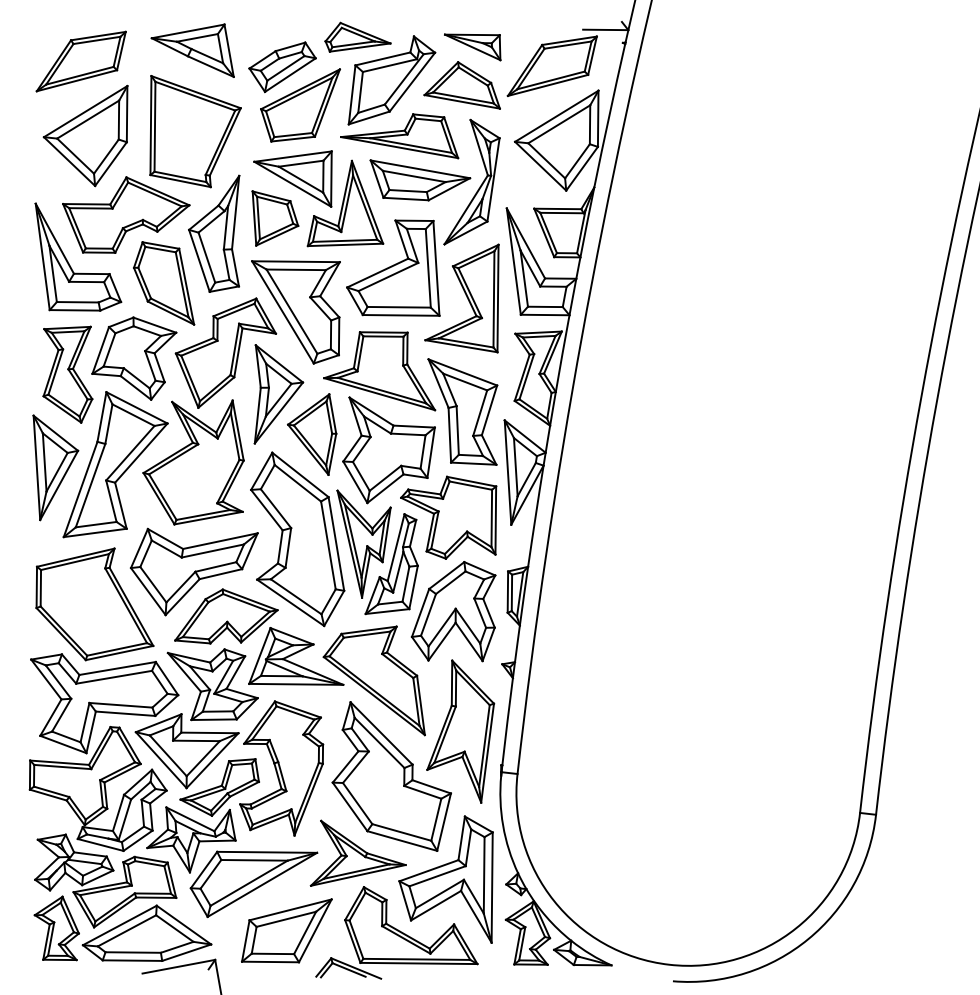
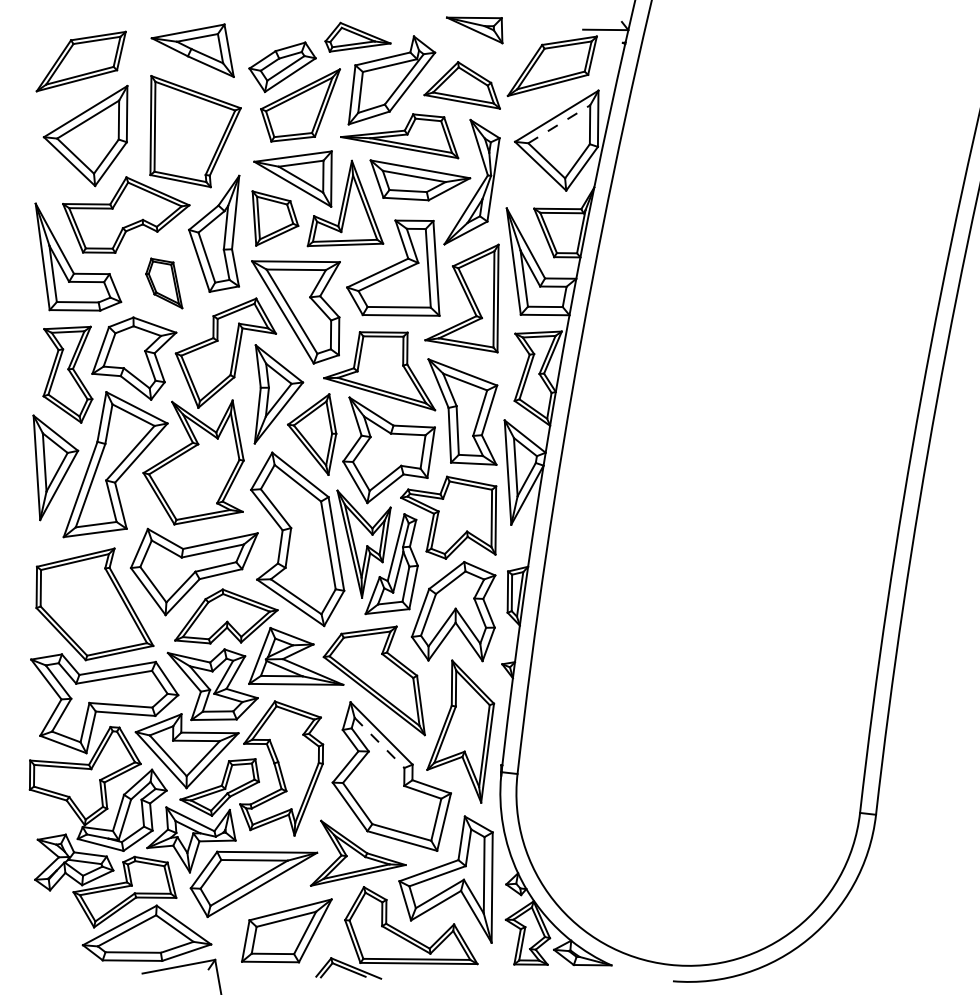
part at (472, 47) position: (472, 47) -> (474, 30)
line at (559, 124): solid -> dashed
part at (164, 283) size: 63x85 px -> 39x53 px
line at (379, 743): solid -> dashed
part at (56, 928): present -> none
